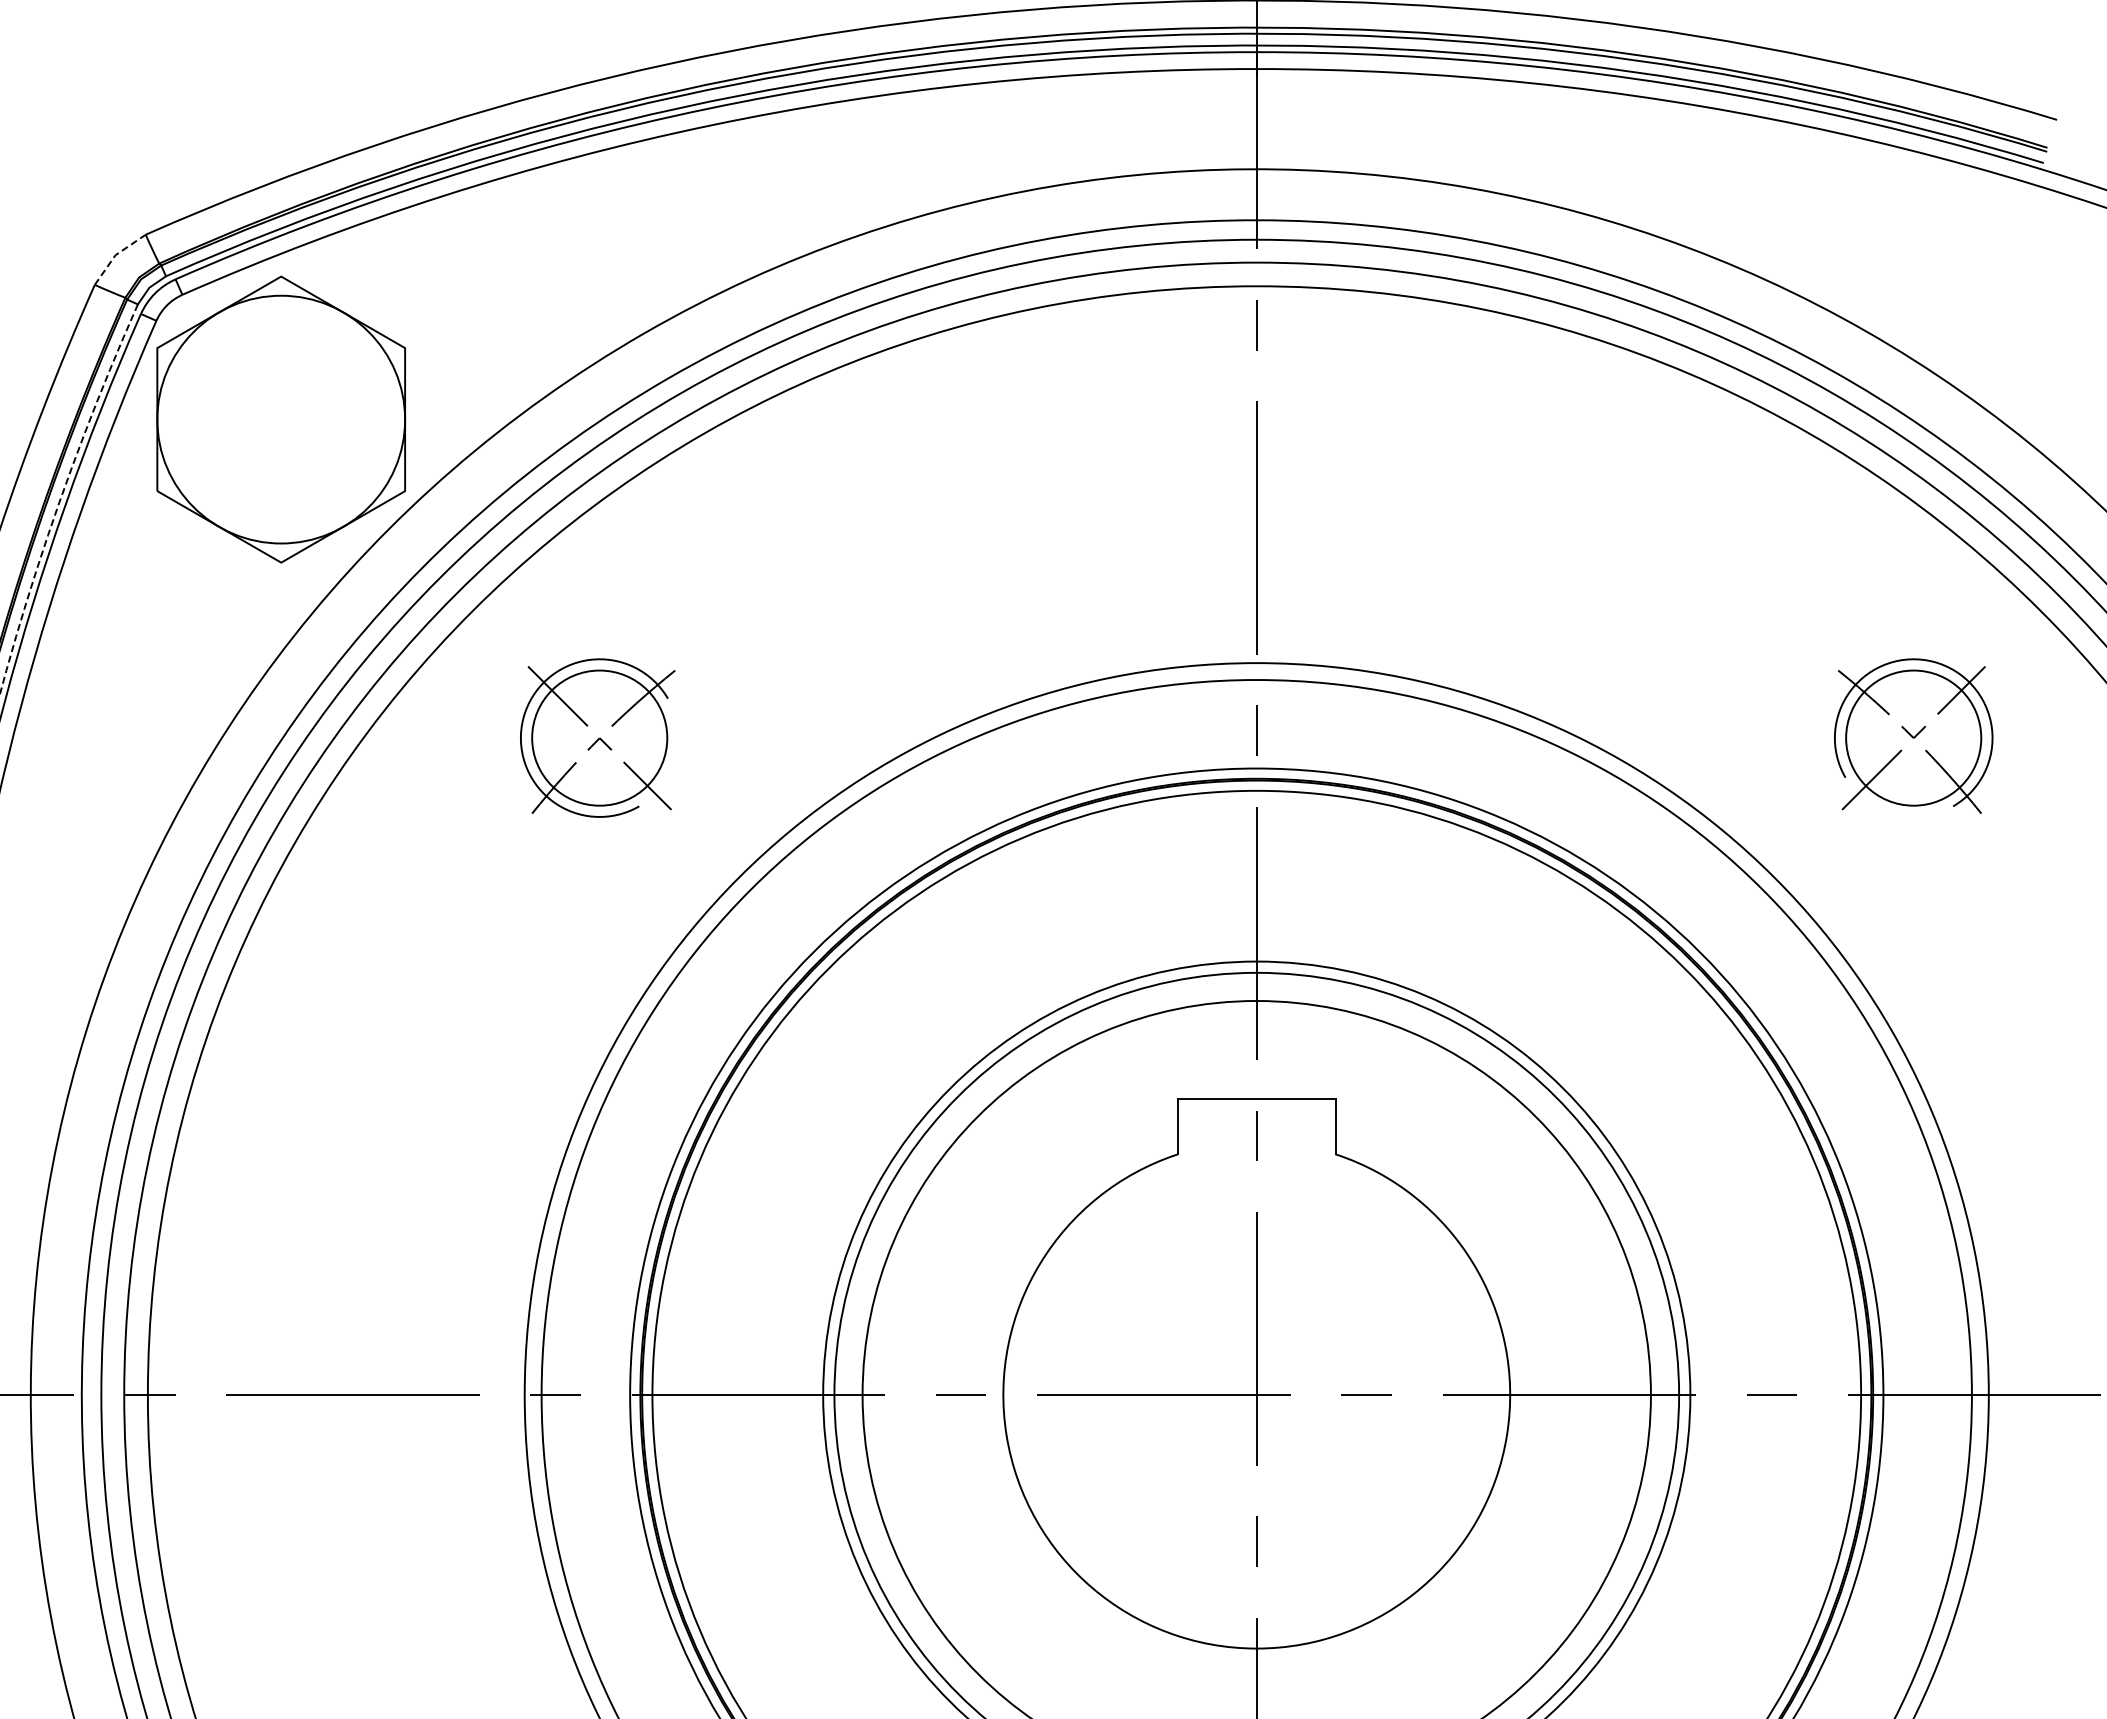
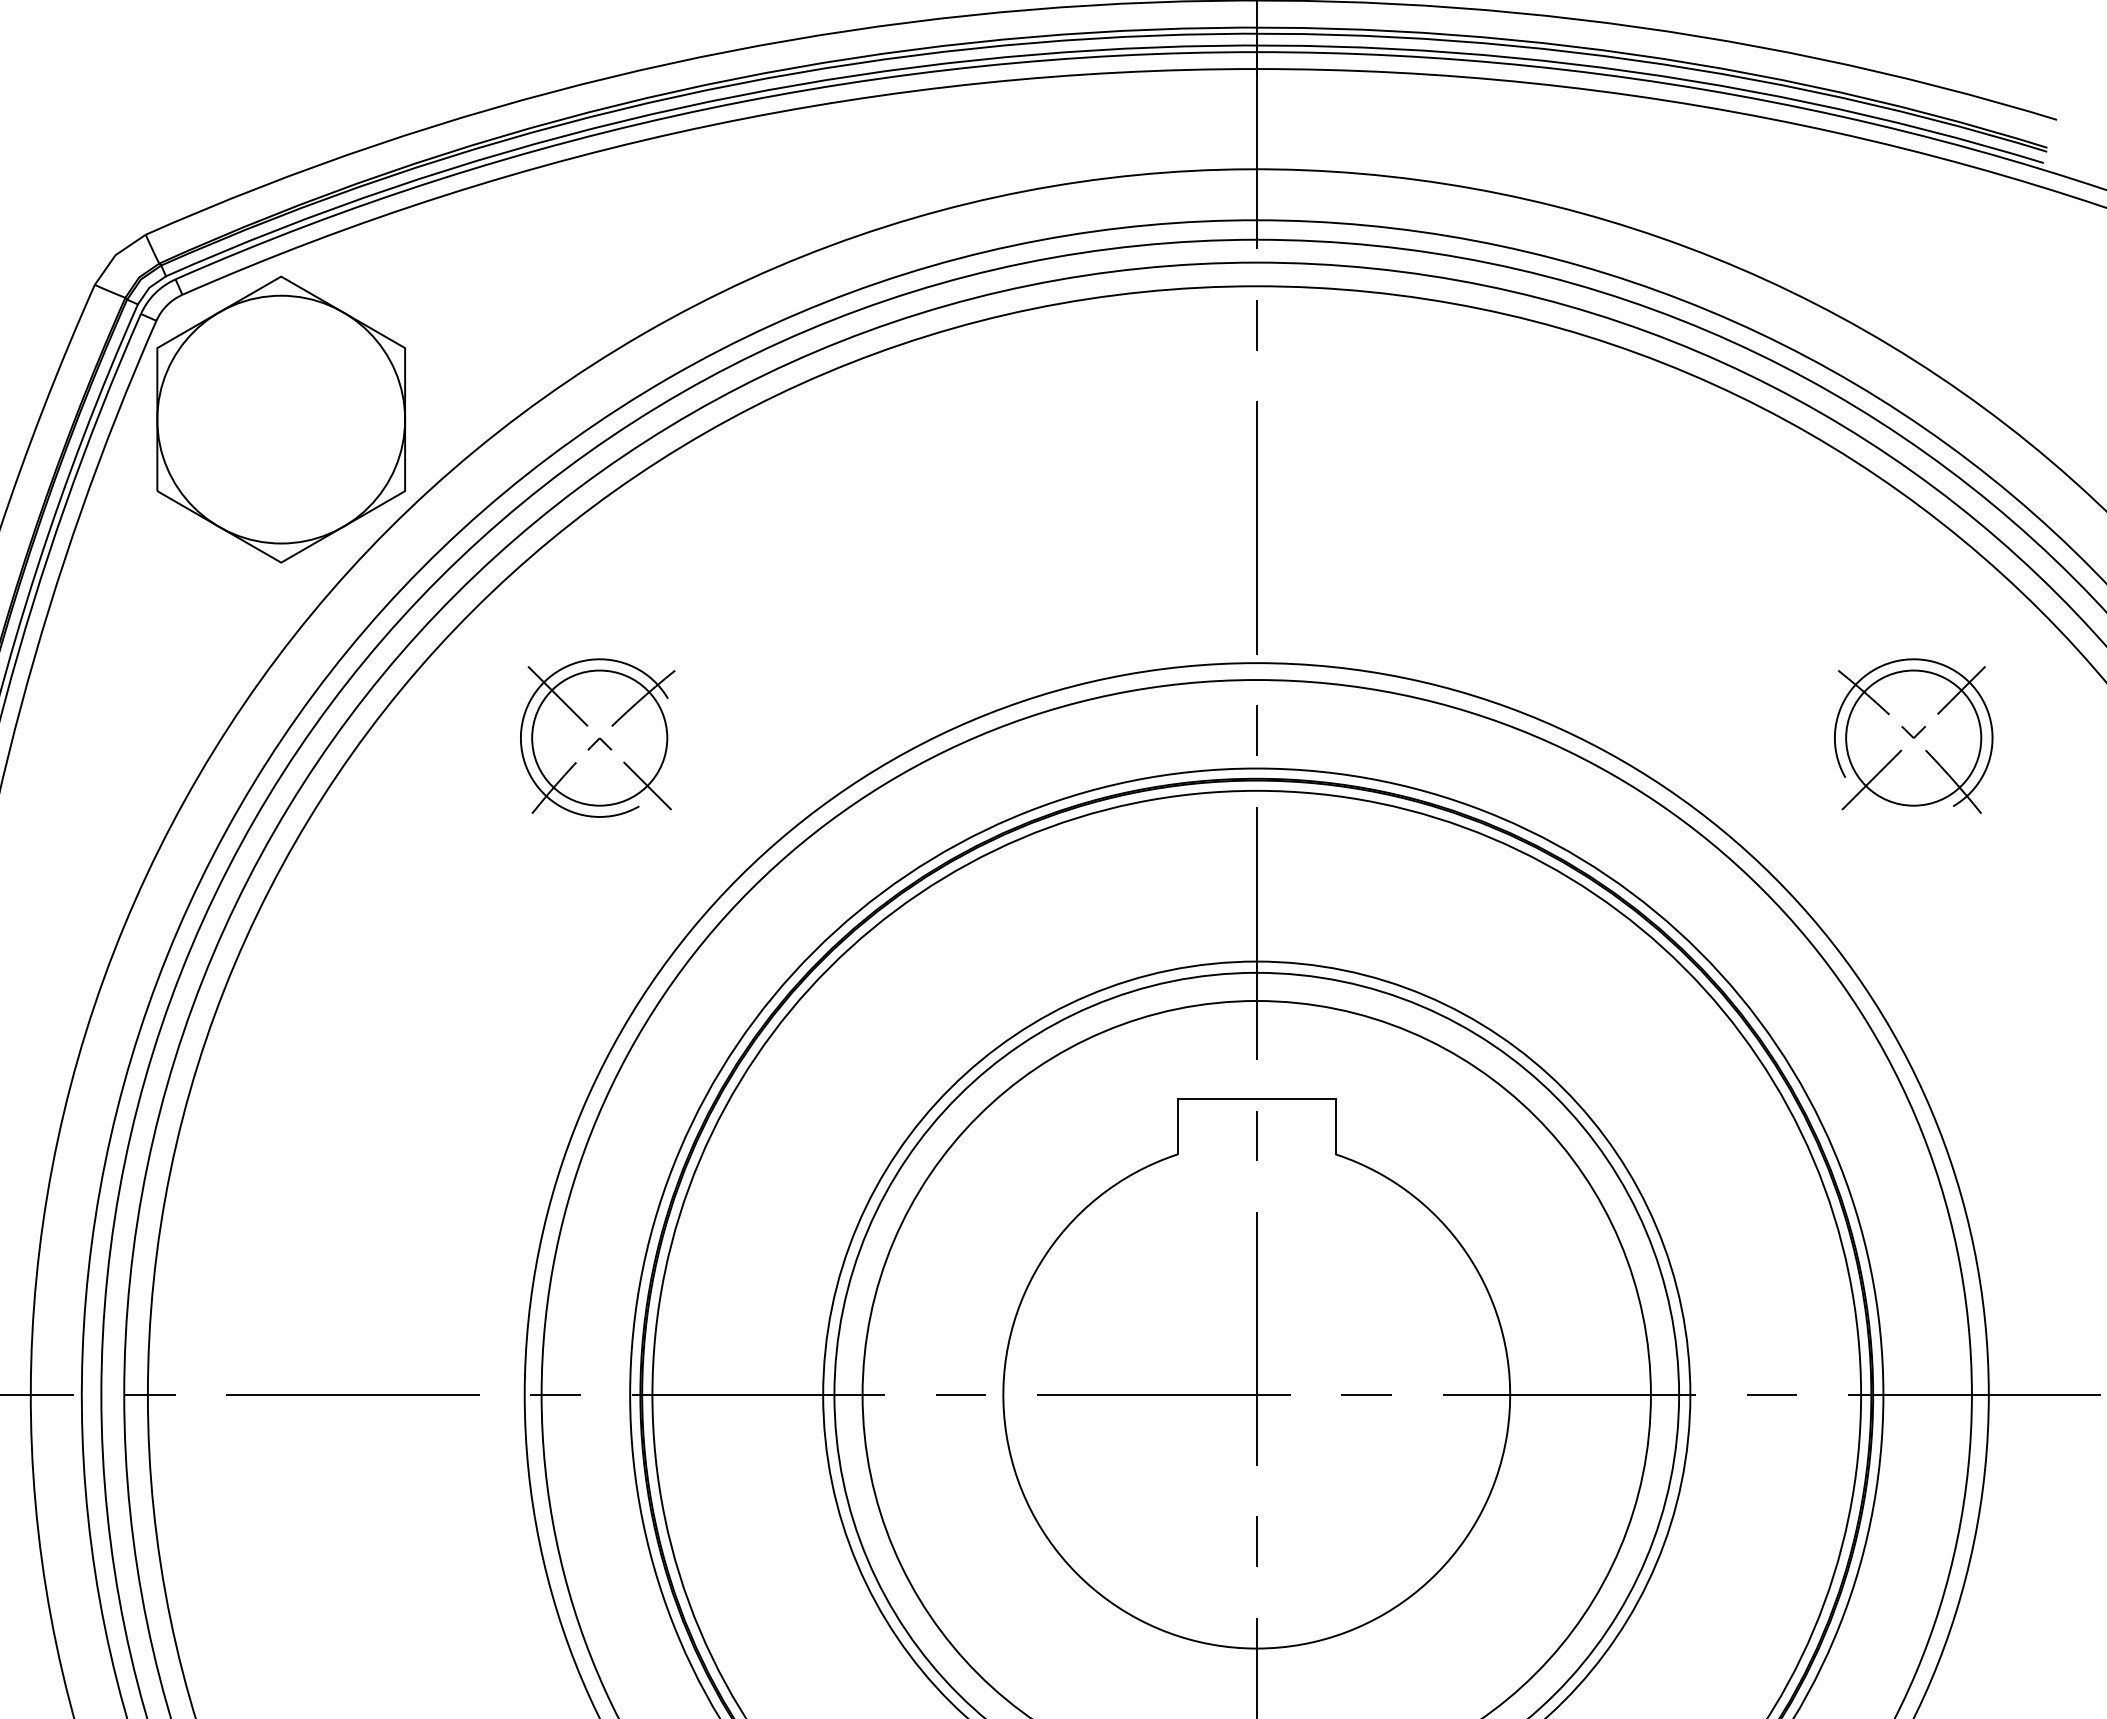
line at (115, 255): dashed -> solid
arc at (61, 497): dashed -> solid
